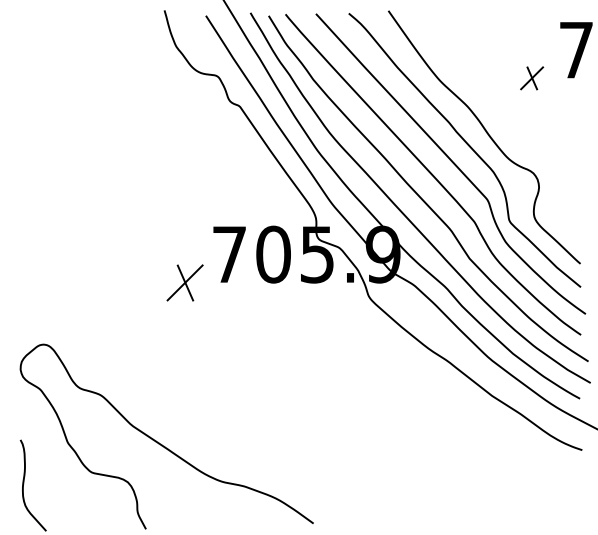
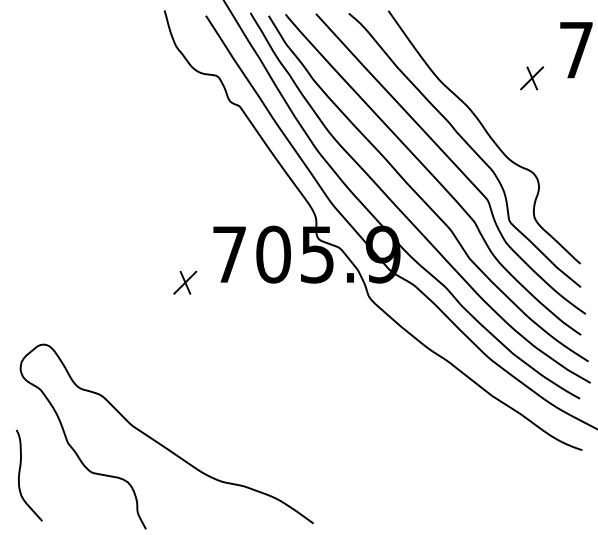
part at (184, 282) size: 38x38 px -> 25x25 px
curve at (24, 483) position: (24, 483) -> (20, 473)
